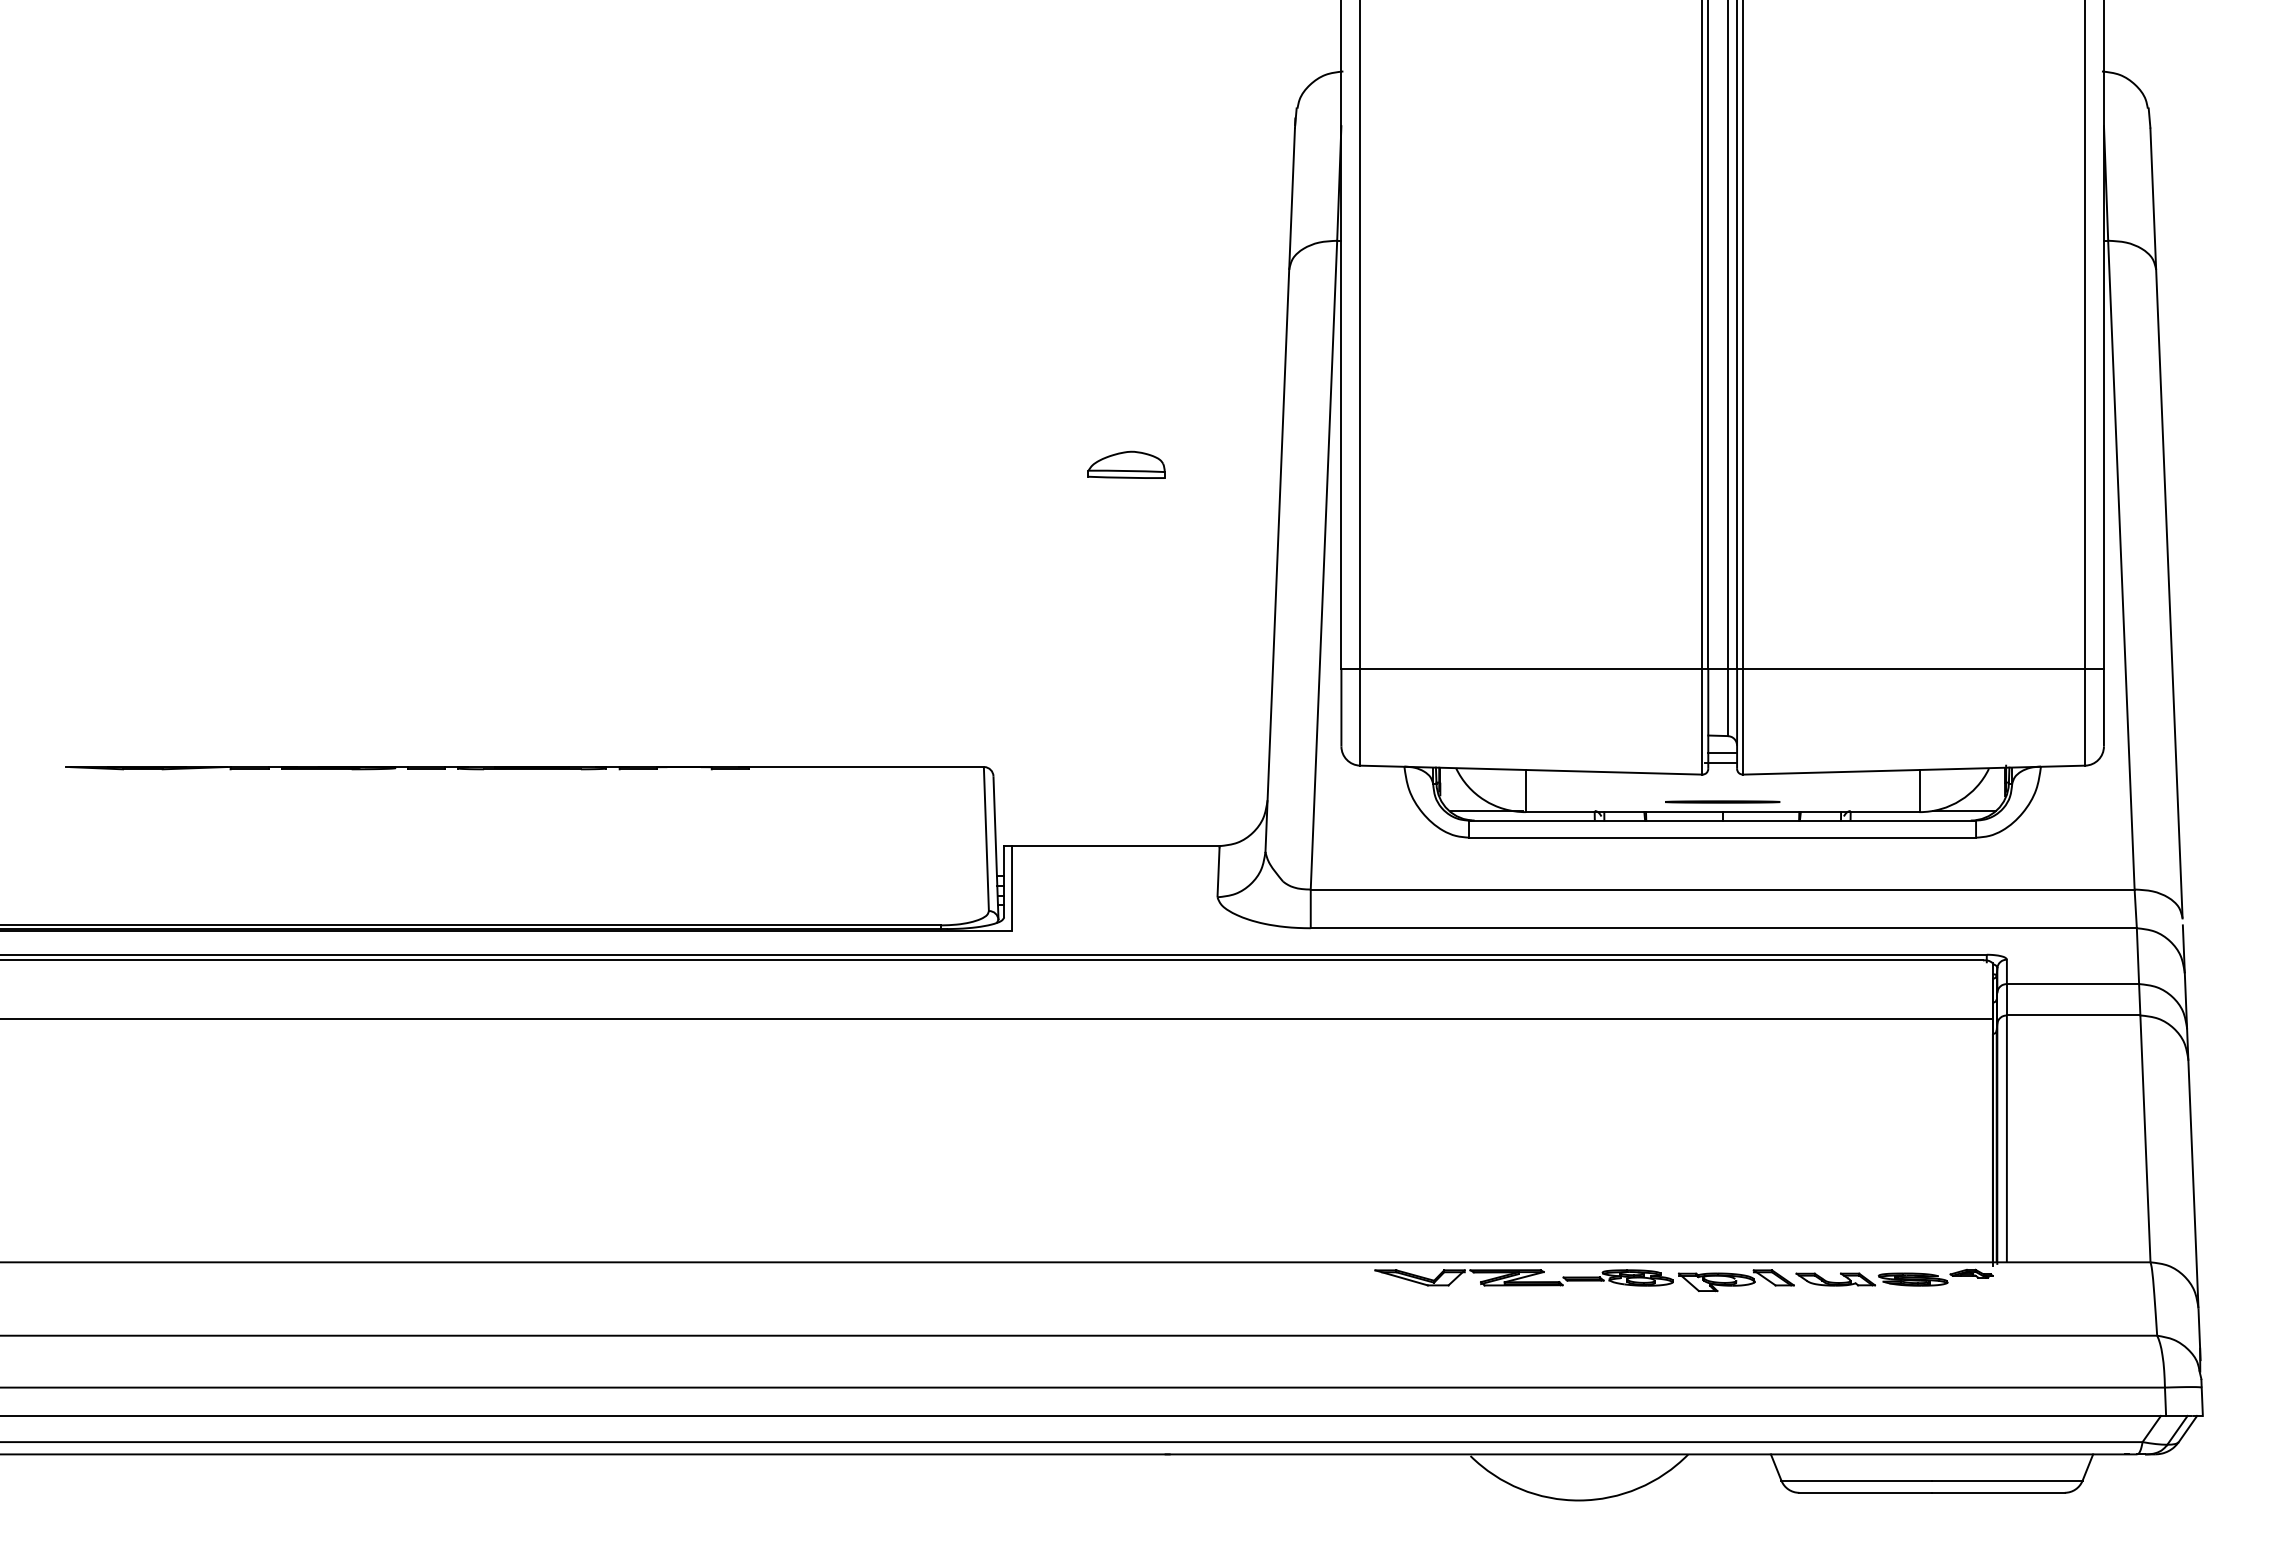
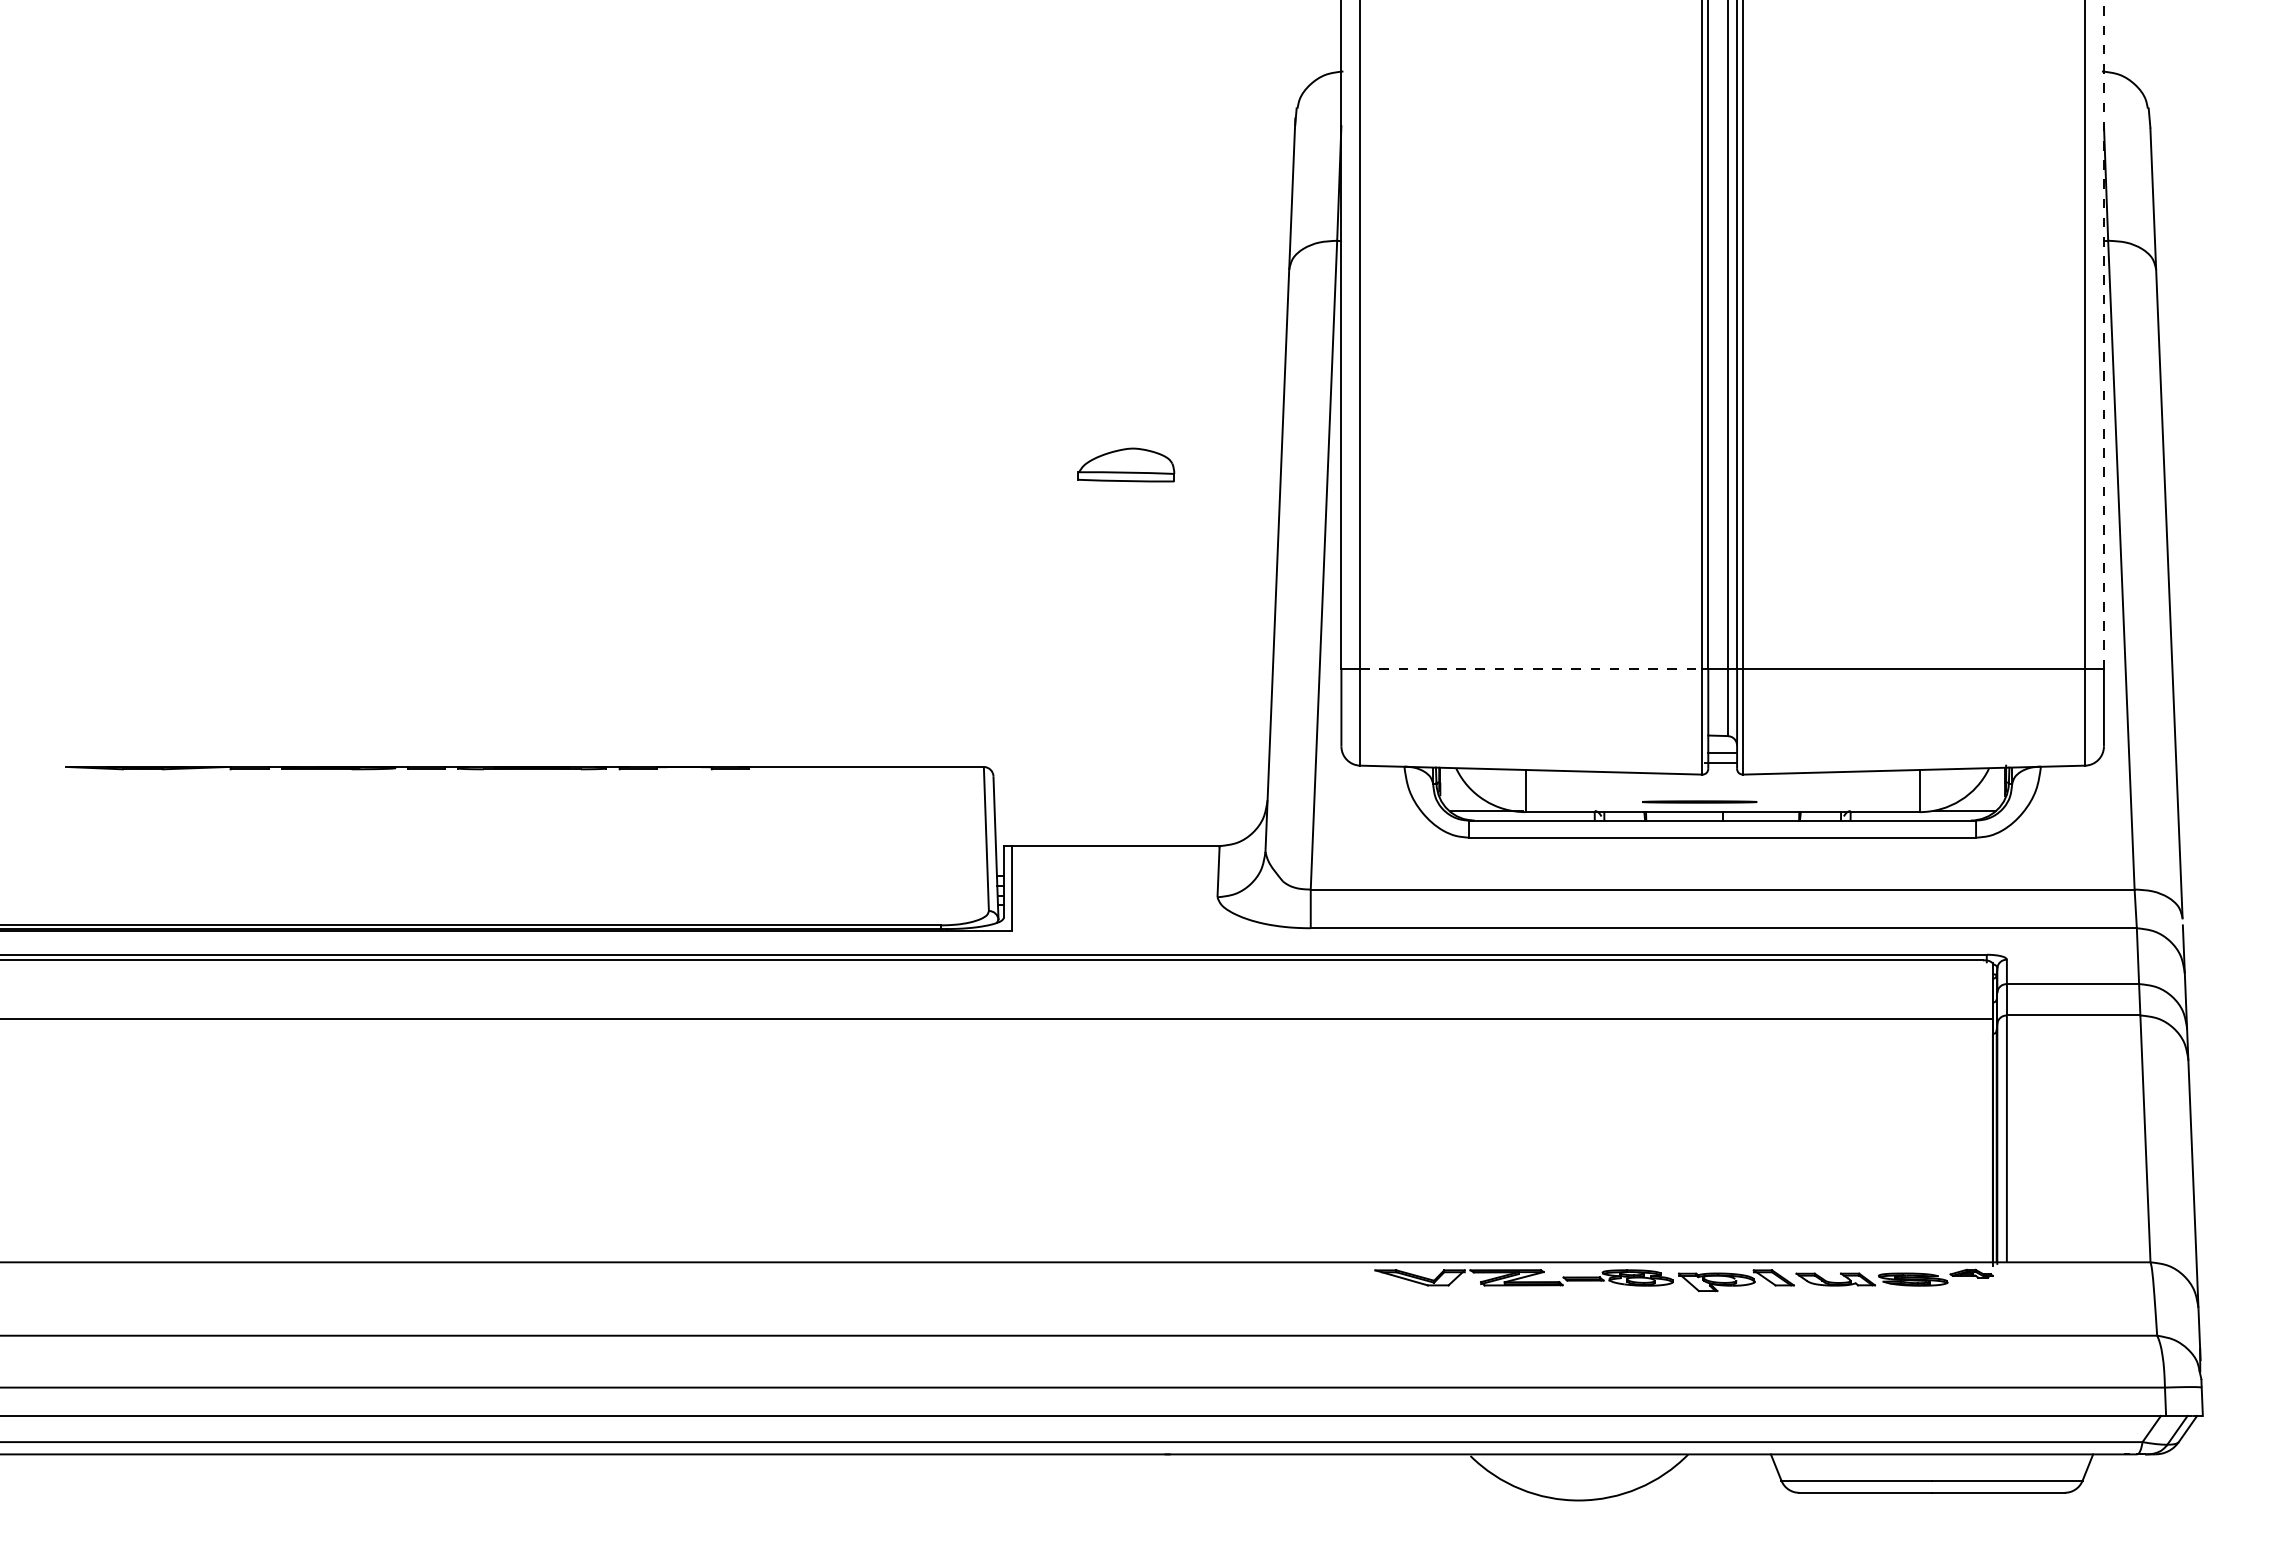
line at (2103, 334): solid -> dashed
part at (1126, 464) size: 79x29 px -> 99x36 px
line at (1531, 669): solid -> dashed
line at (1722, 801) position: (1722, 801) -> (1699, 801)
